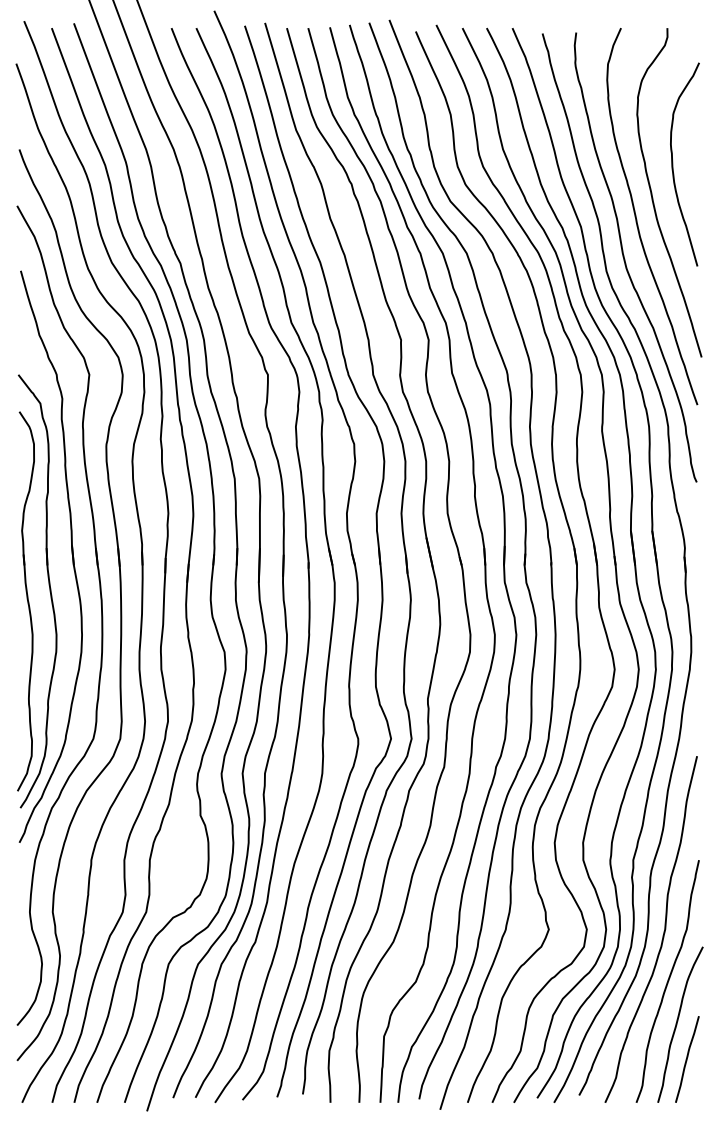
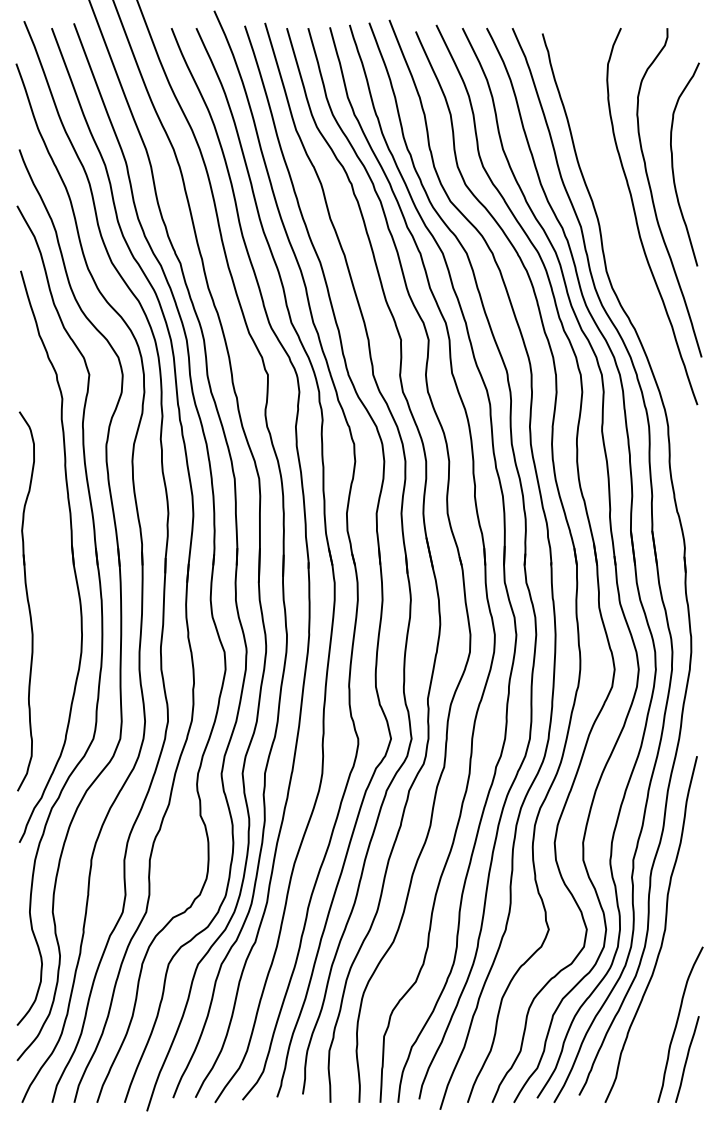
curve at (625, 259): present -> none
part at (49, 591): present -> none
curve at (667, 981): present -> none
